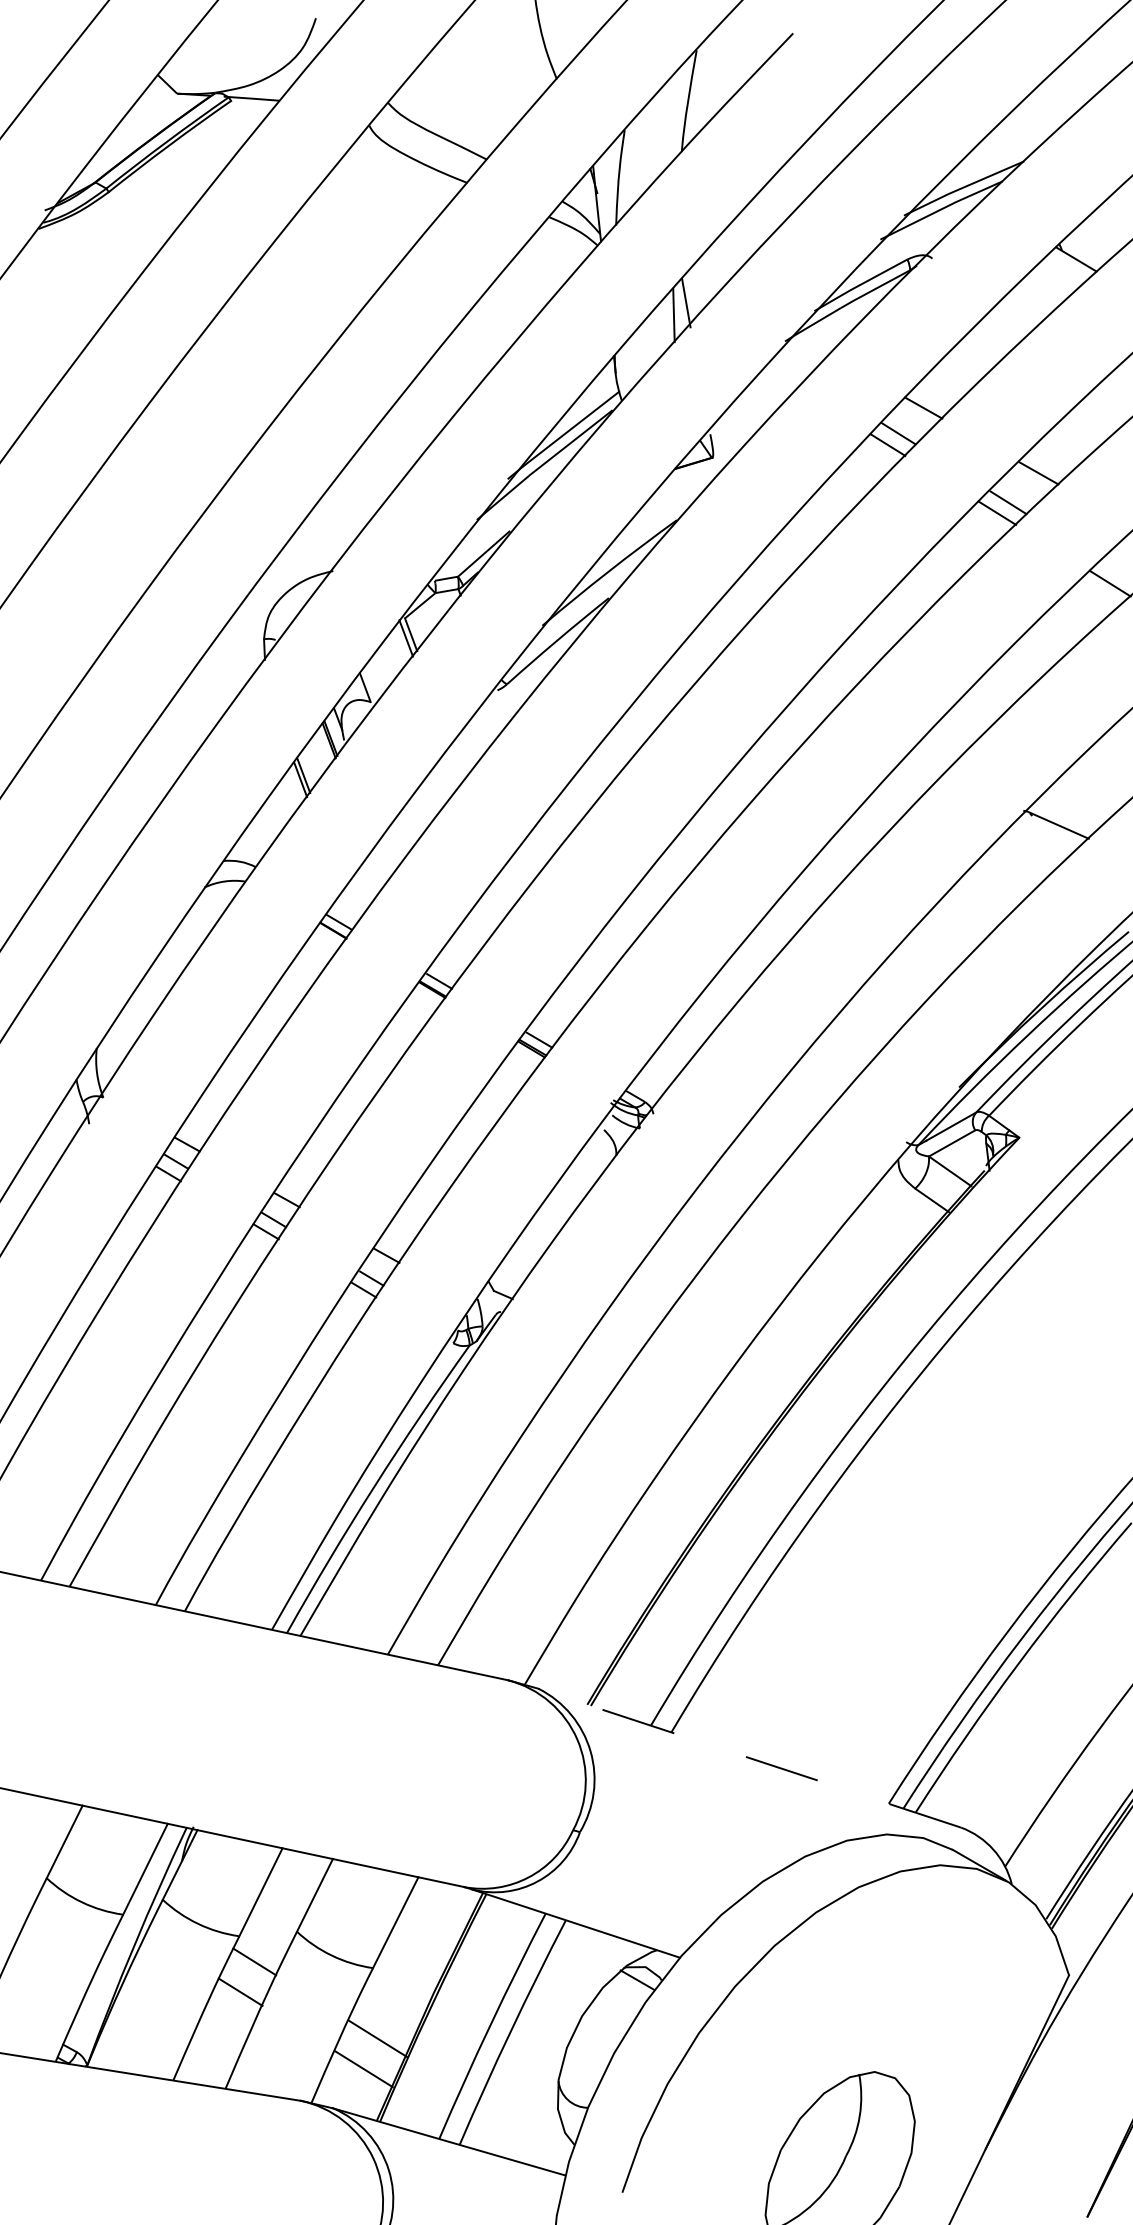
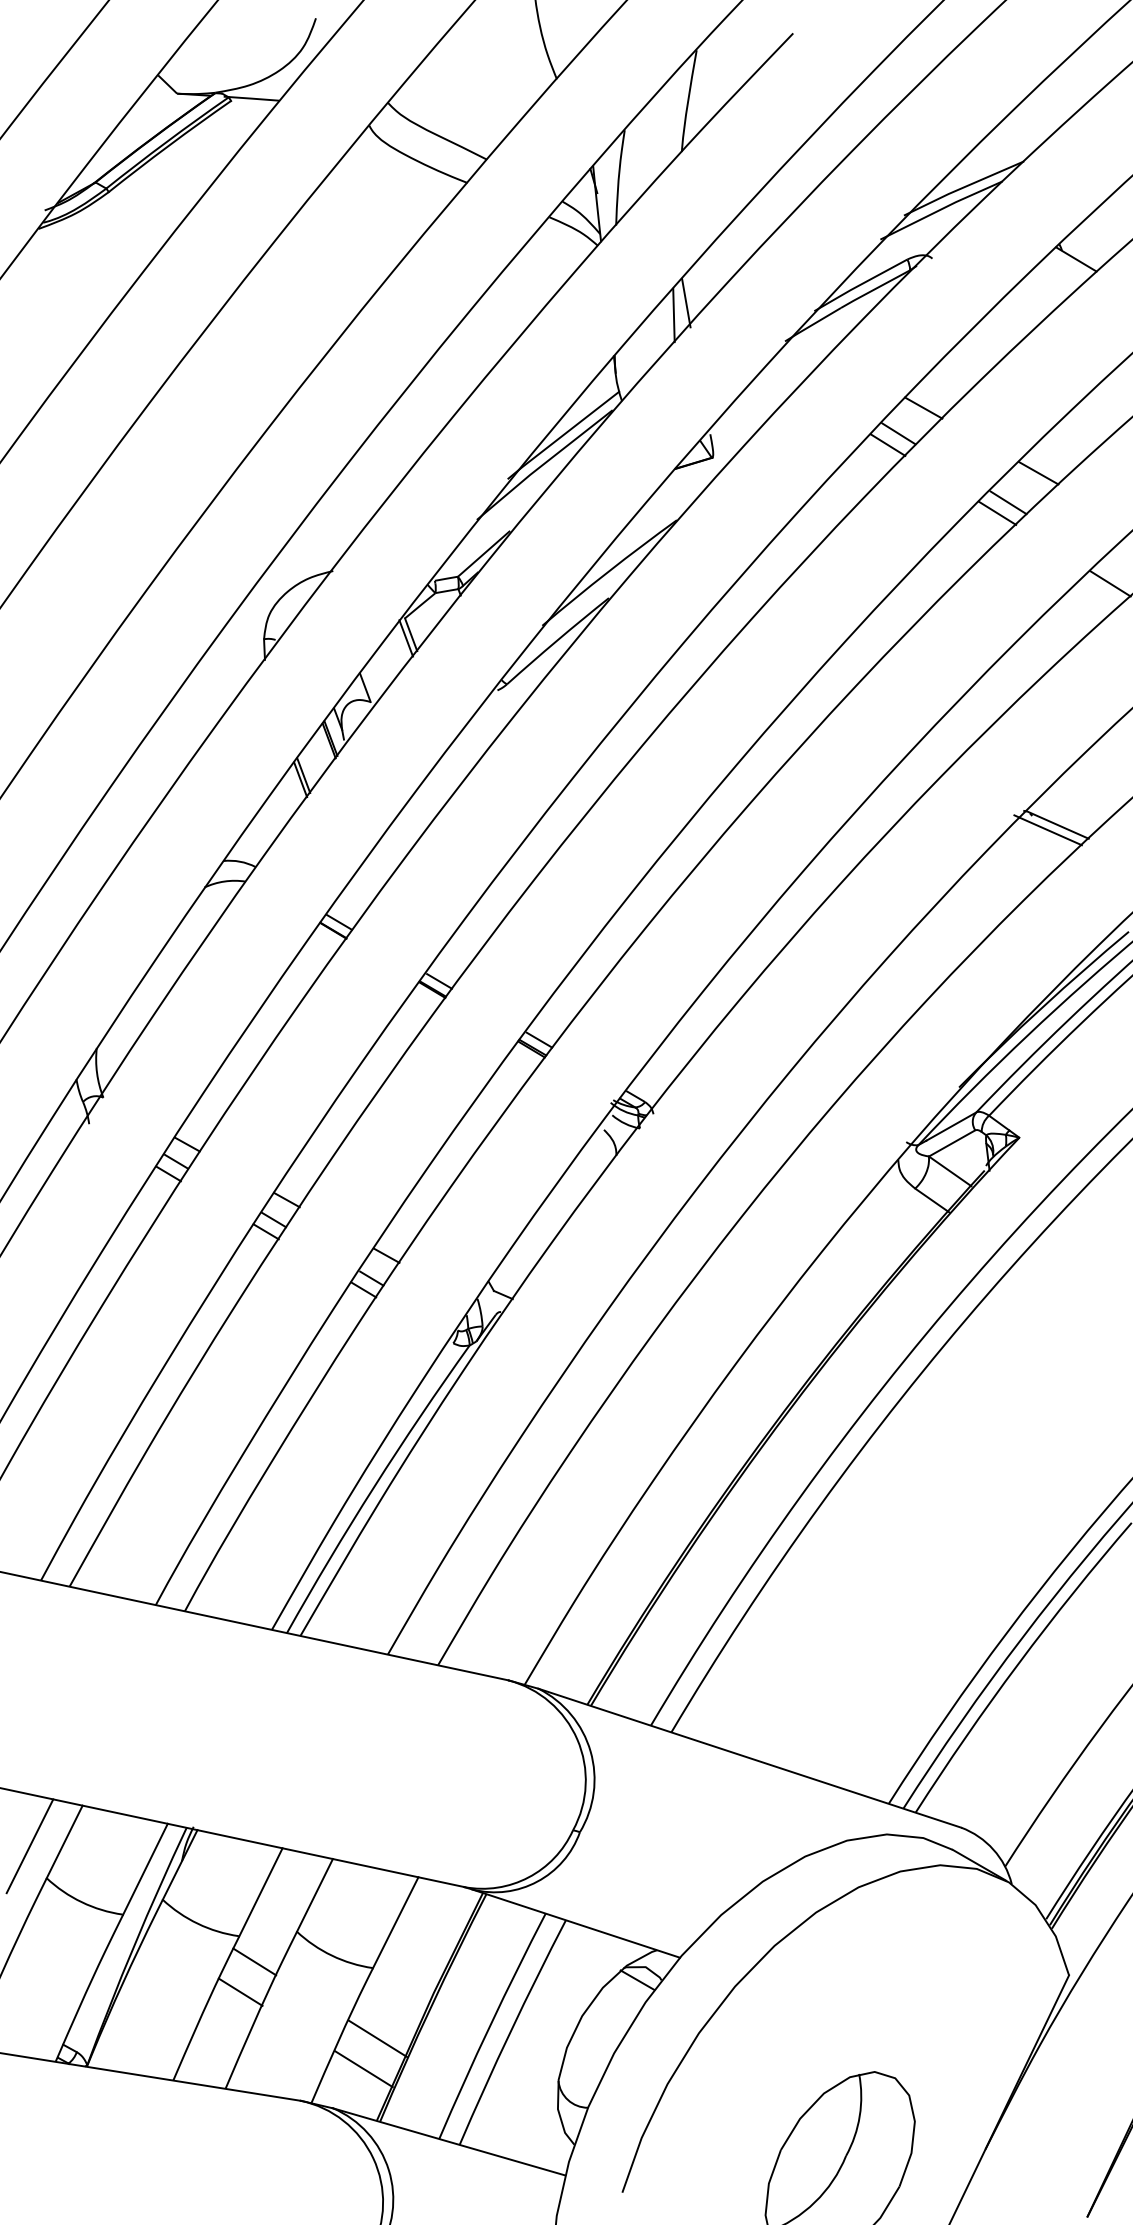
line at (1047, 830): none -> present
line at (749, 1758): dashed -> solid
line at (29, 1846): none -> present
